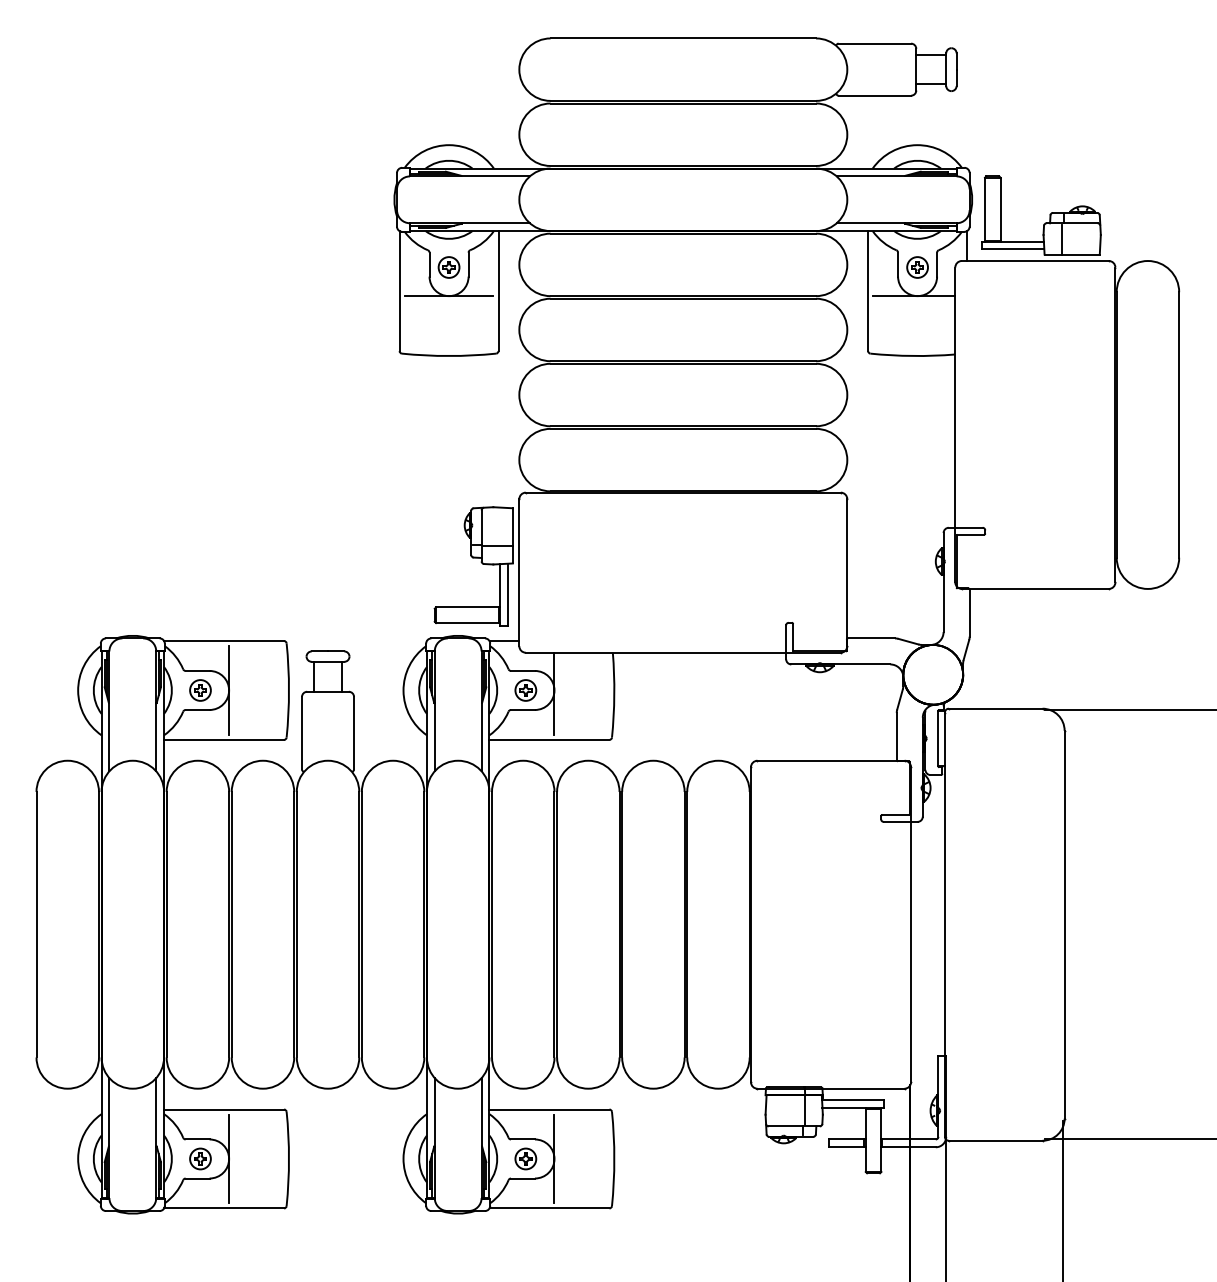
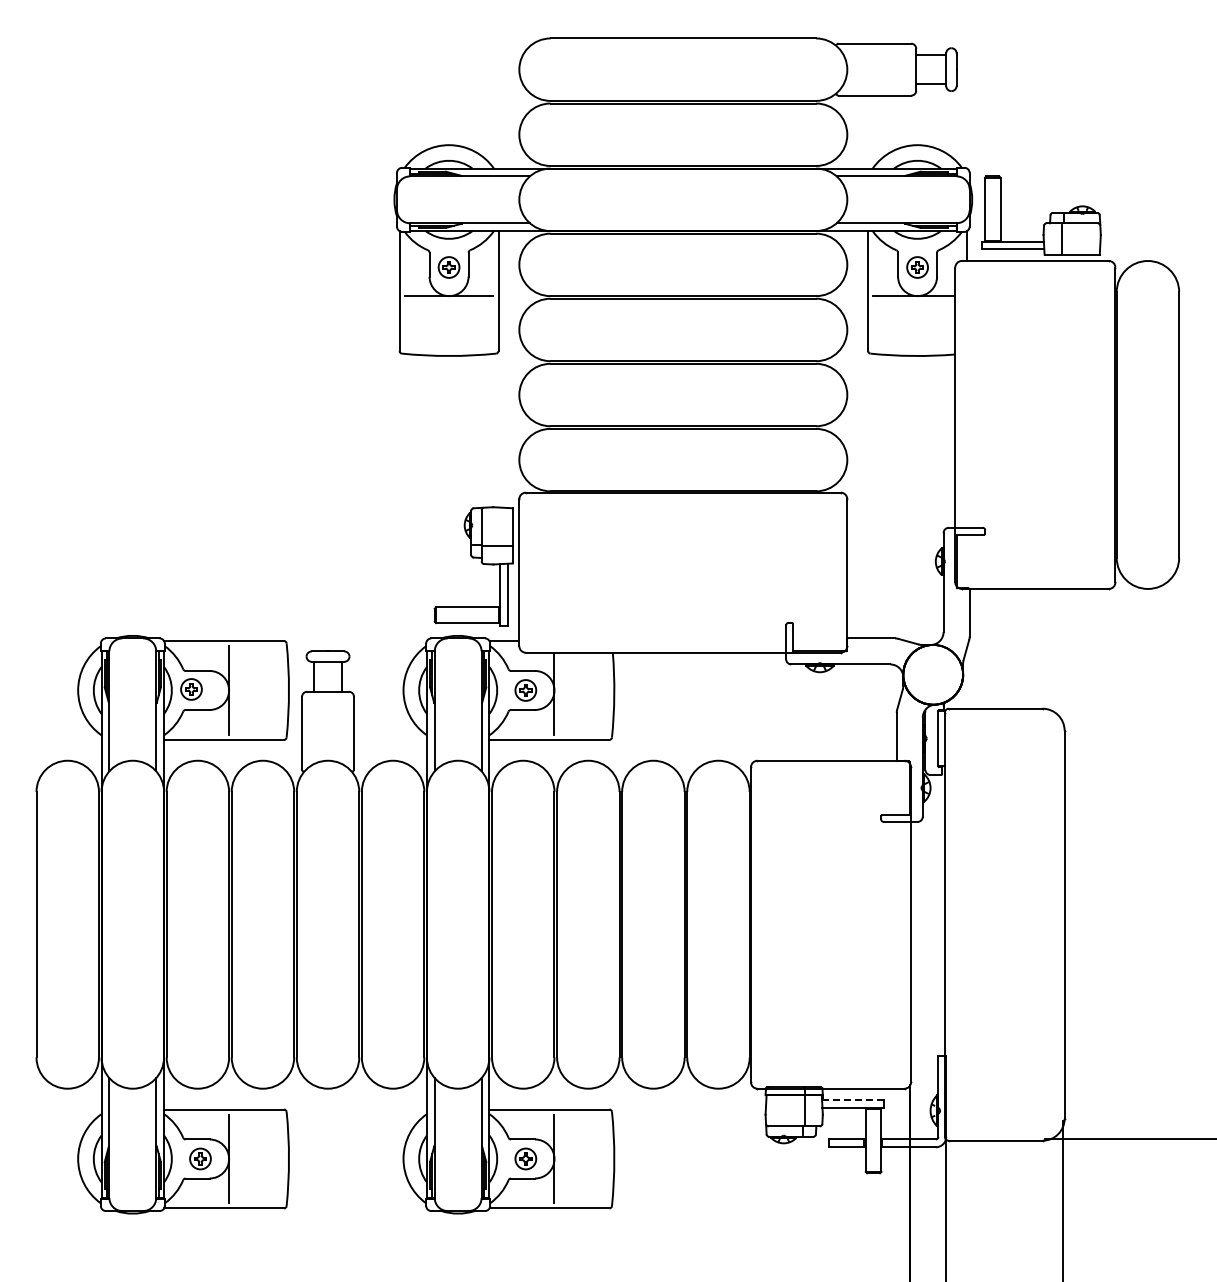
part at (200, 690) position: (200, 690) -> (191, 689)
line at (1129, 710): present -> none
line at (852, 1100): solid -> dashed
